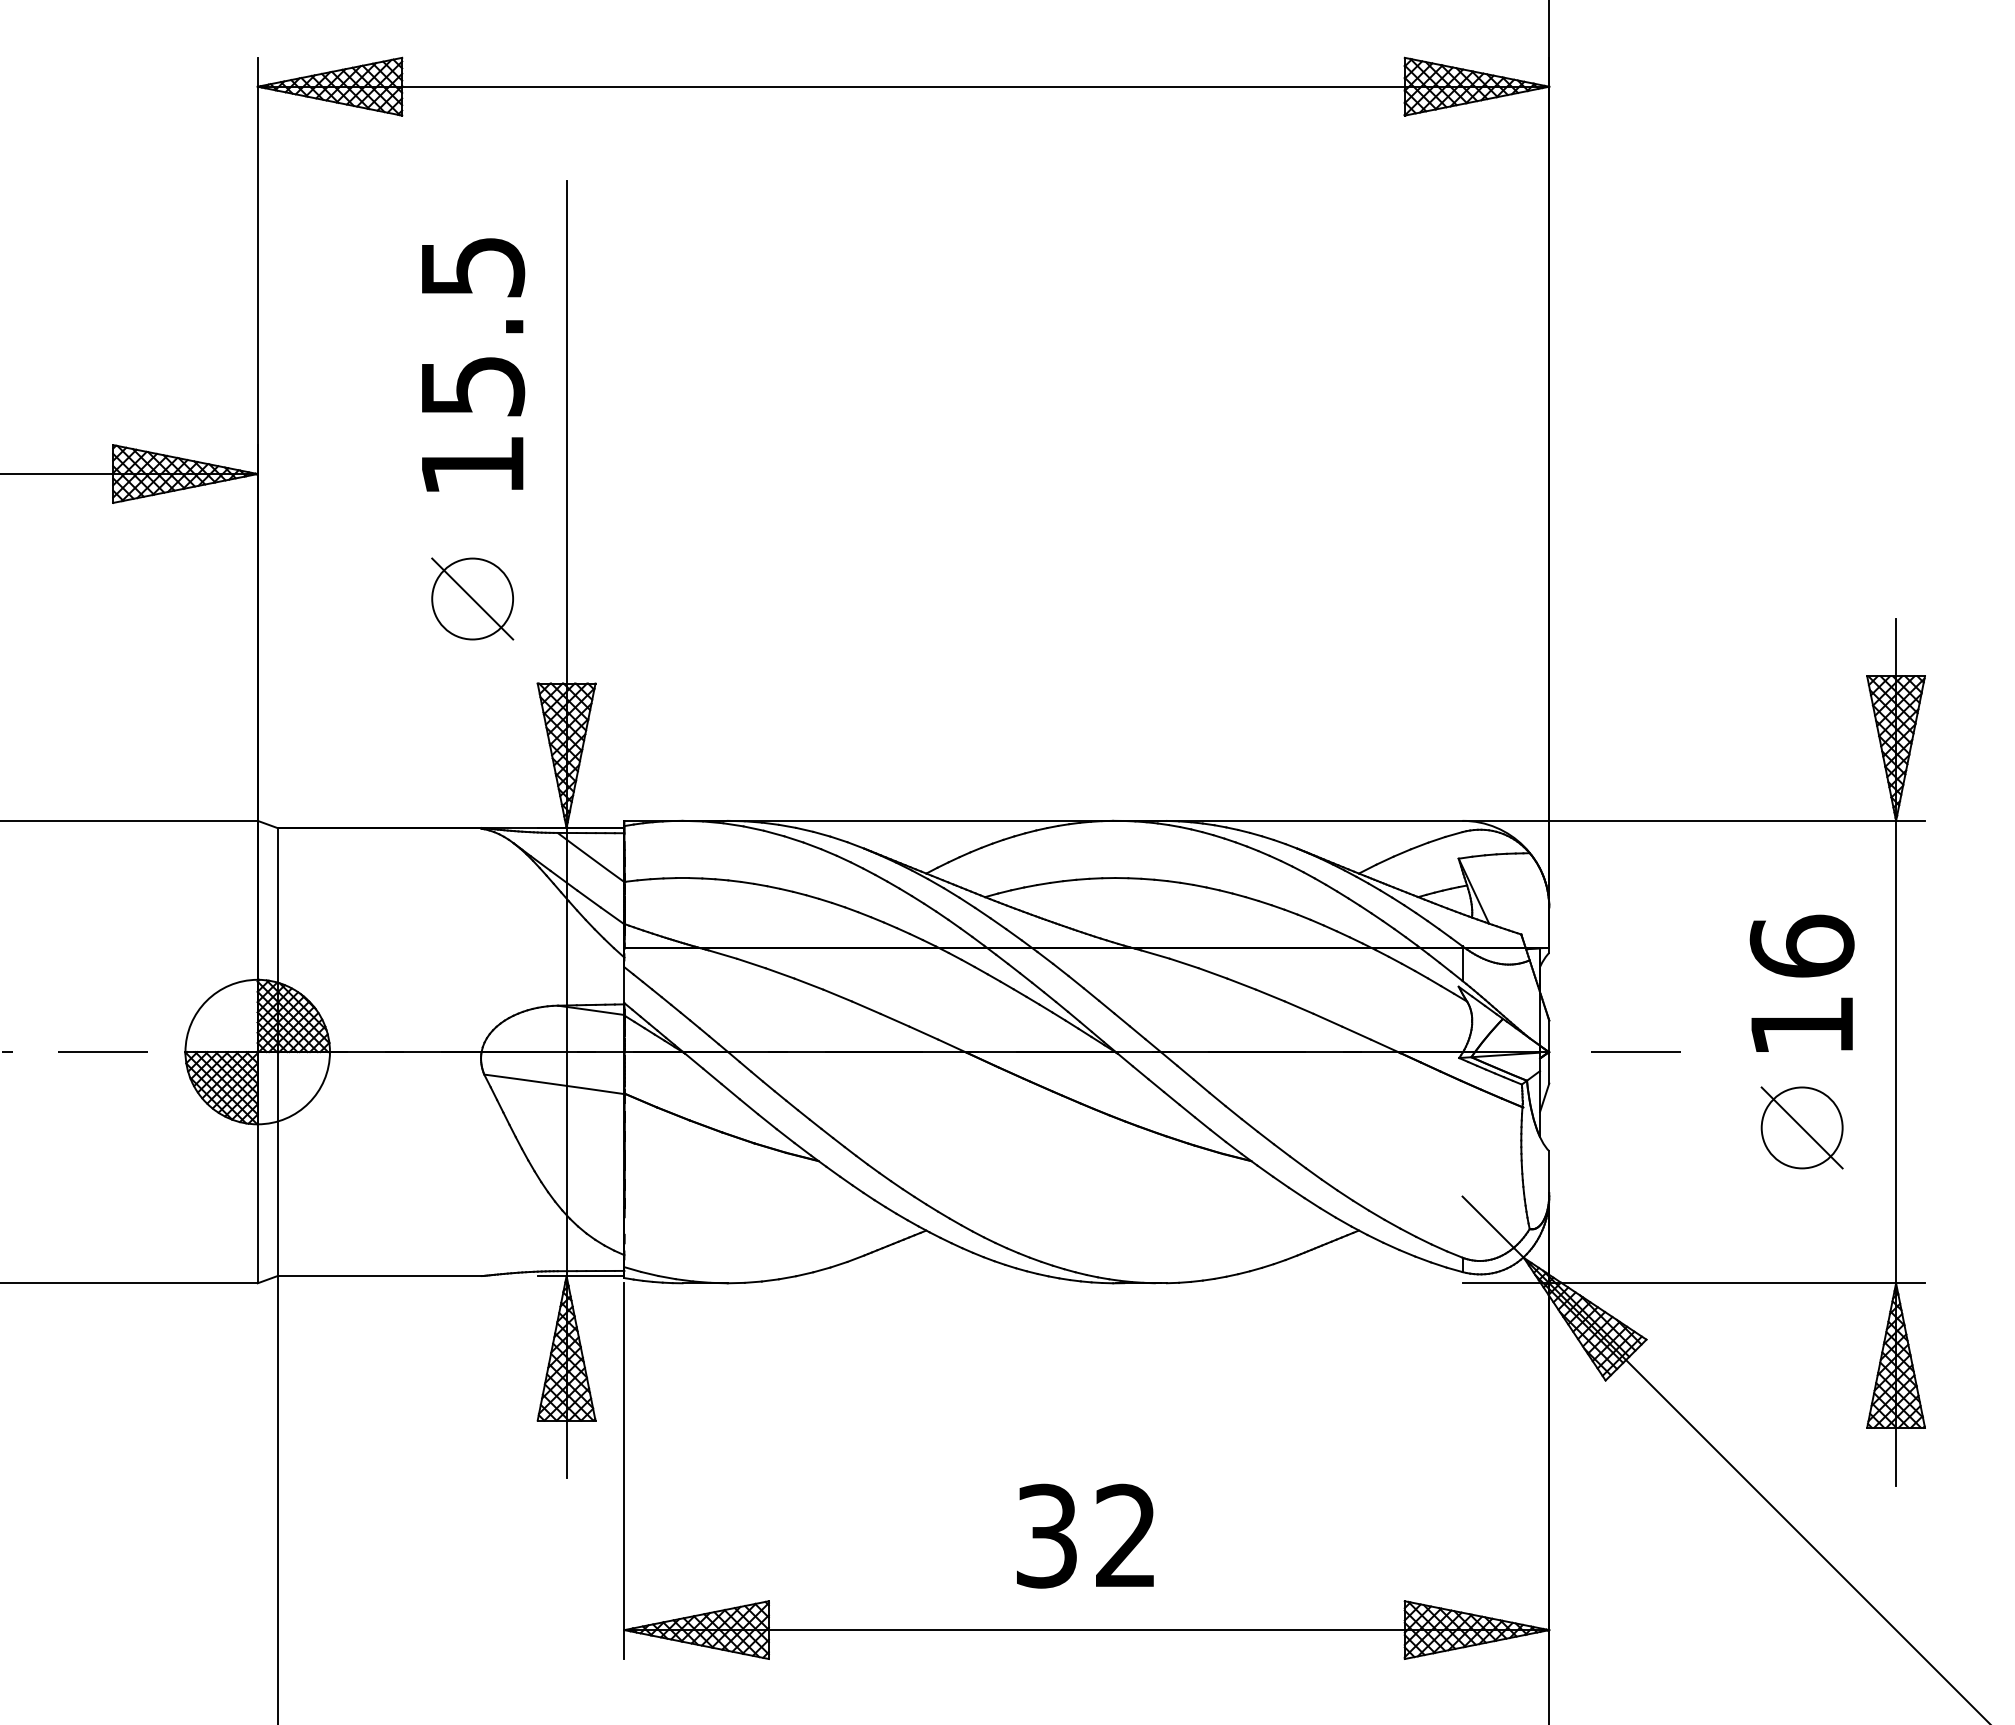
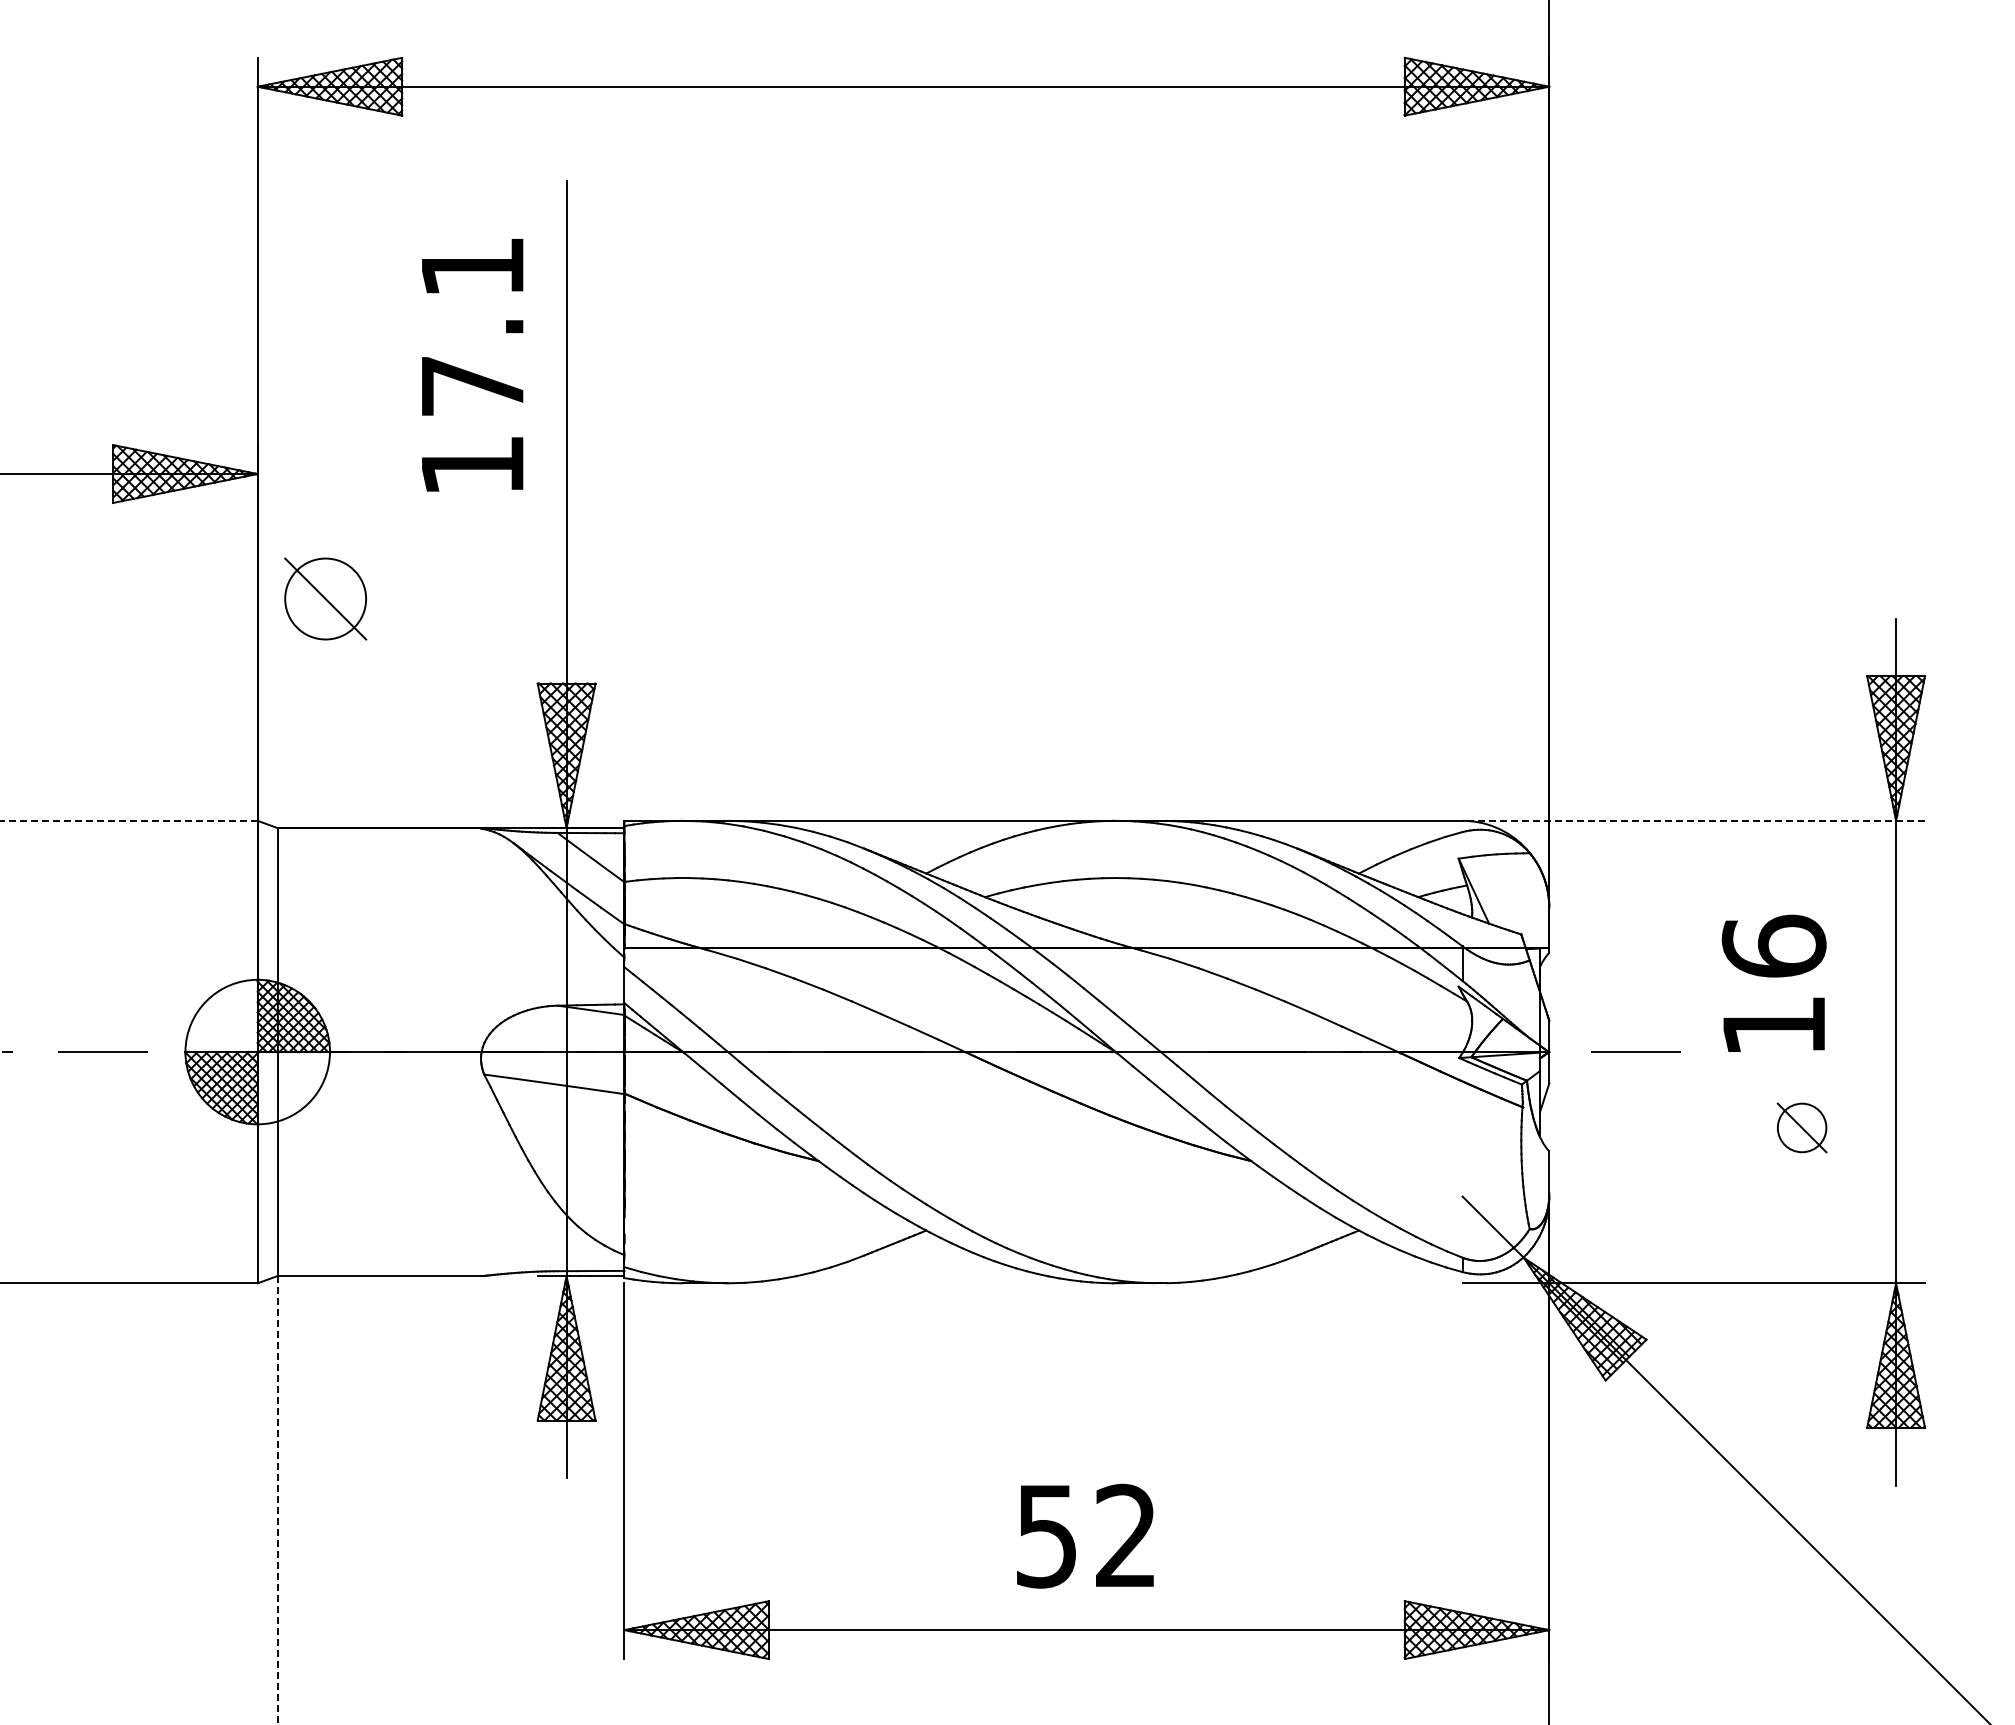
text at (473, 327): 15.5 -> 17.1
part at (472, 598) position: (472, 598) -> (325, 598)
line at (128, 820): solid -> dashed
line at (1693, 820): solid -> dashed
text at (1801, 982) position: (1801, 982) -> (1773, 982)
part at (1801, 1127) size: 84x84 px -> 52x52 px
line at (277, 1500): solid -> dashed
text at (1046, 1535): 32 -> 52
